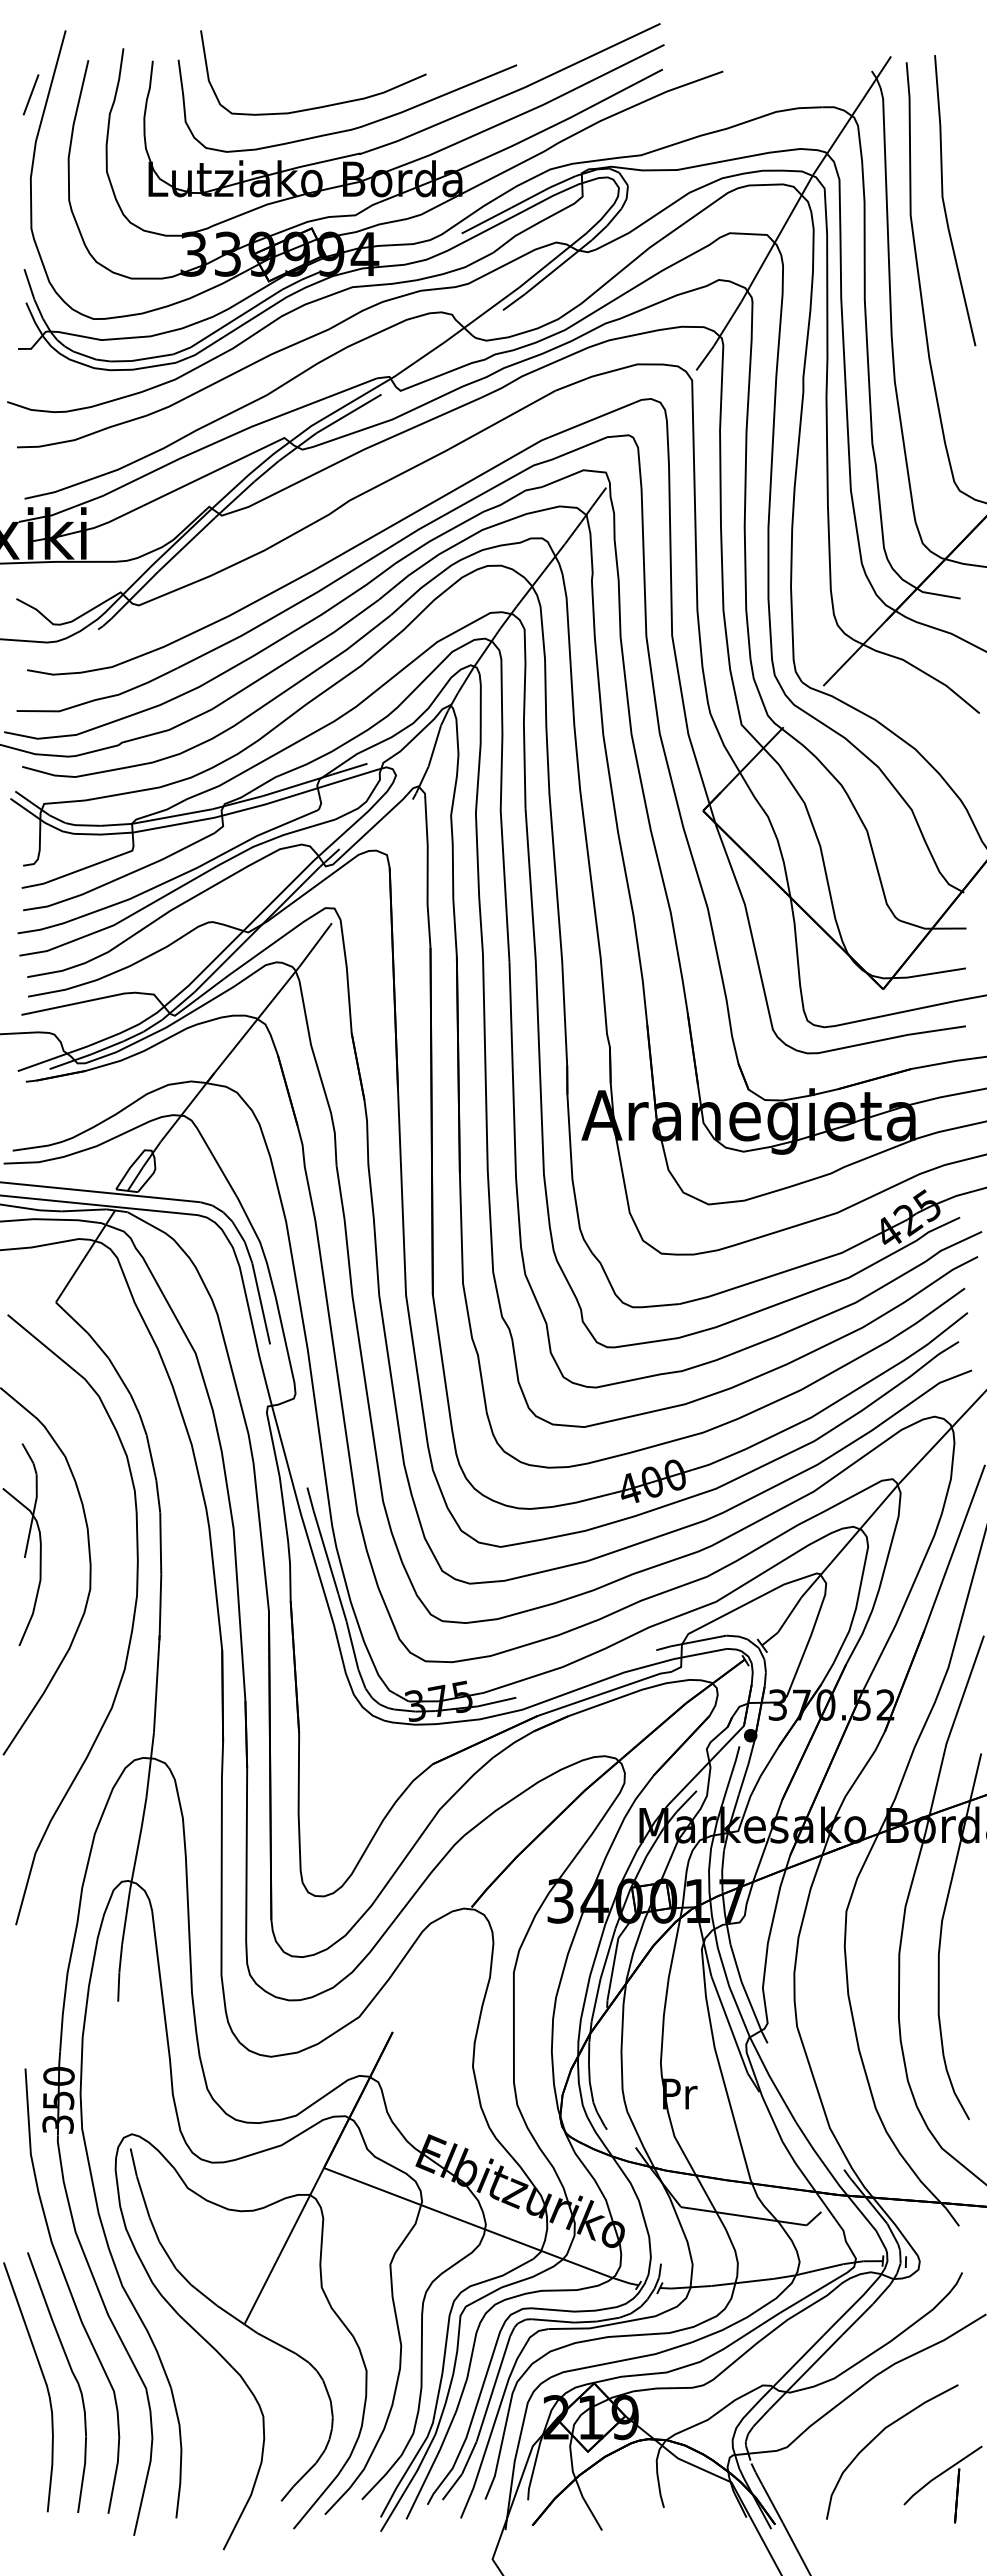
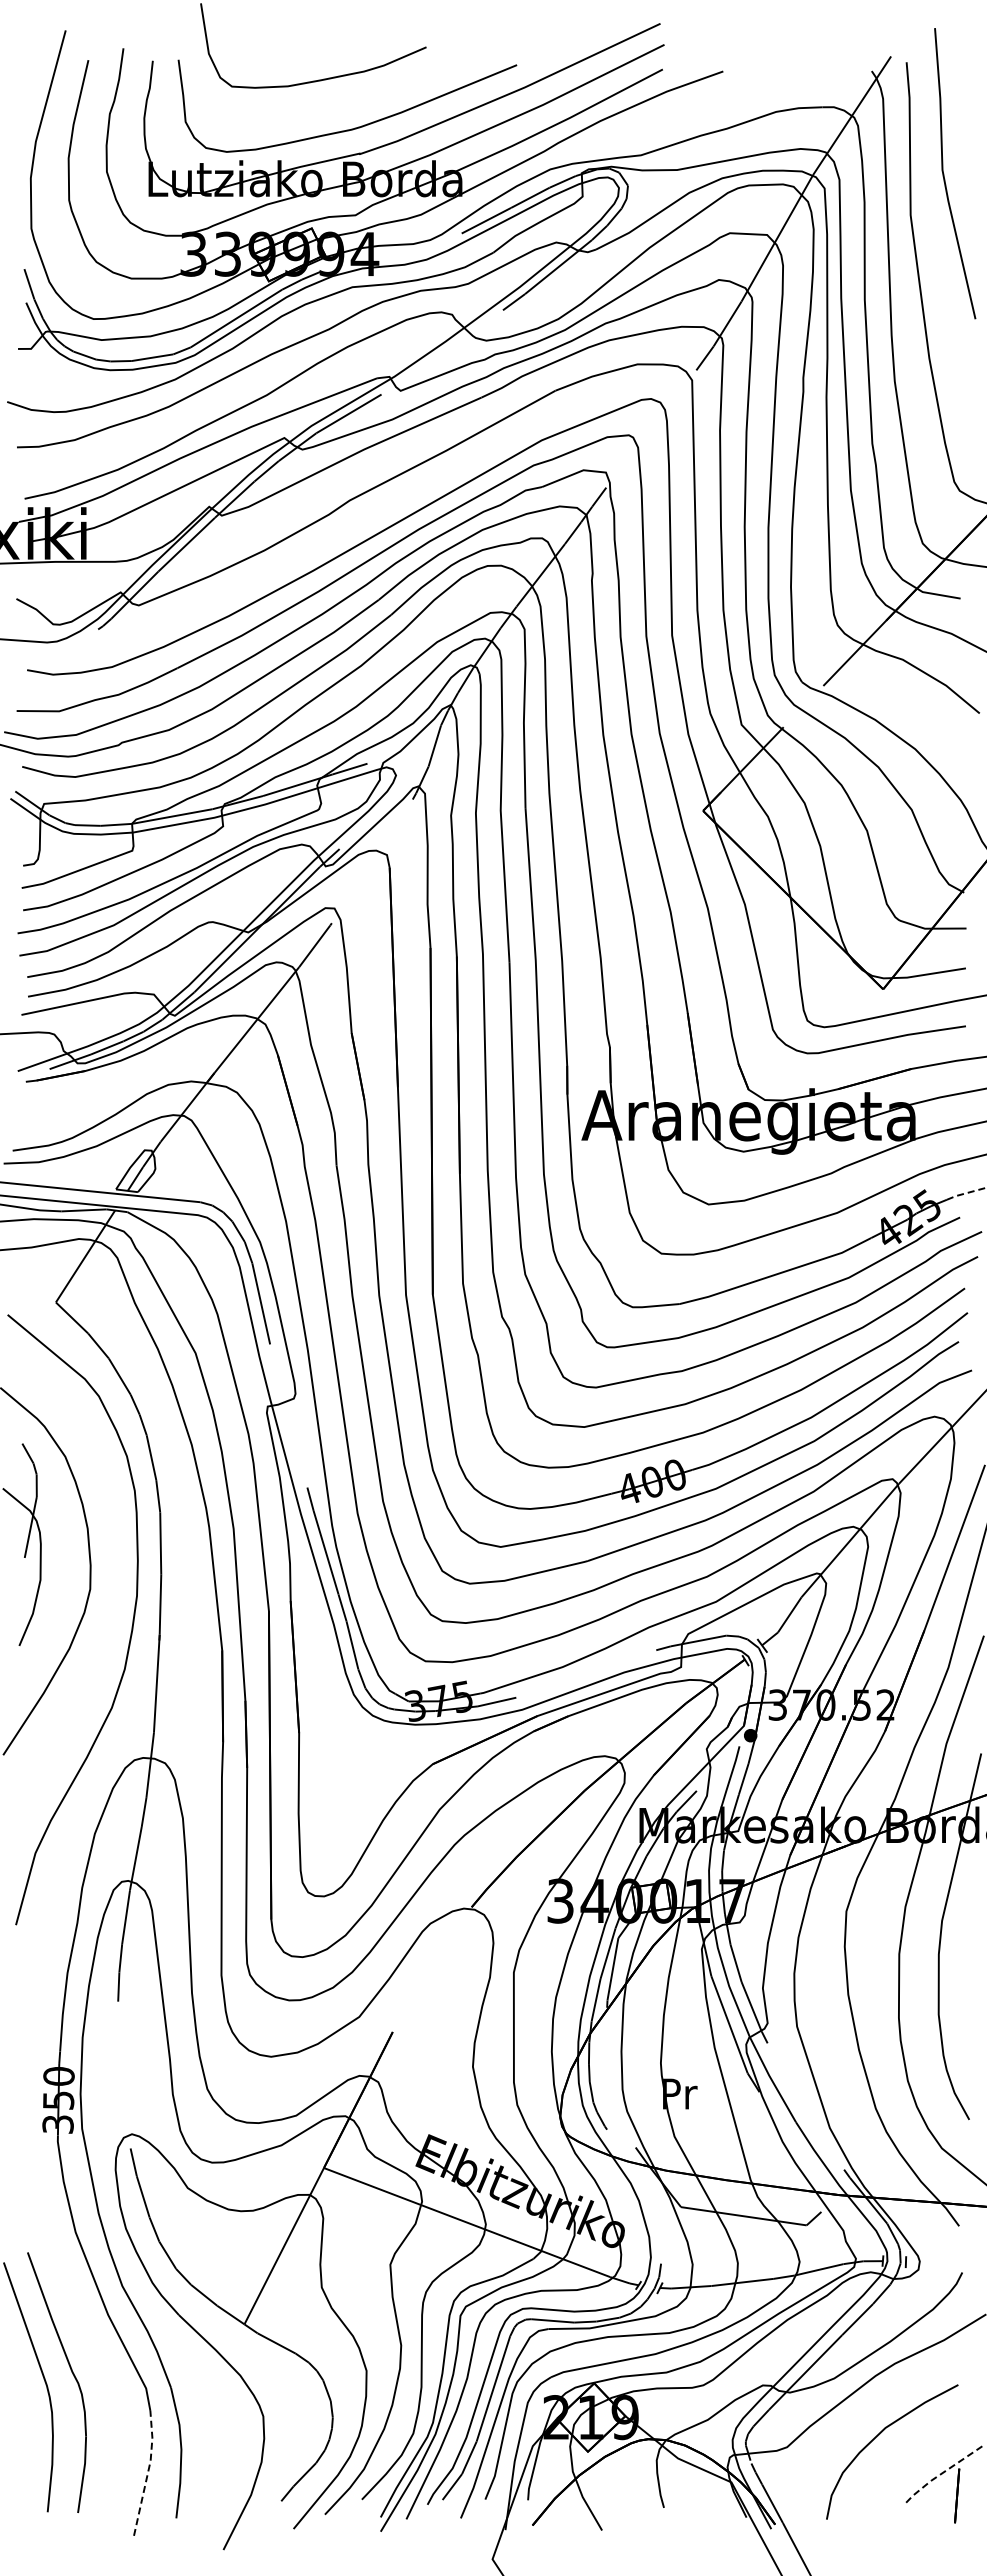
line at (30, 94): present -> none
curve at (318, 106) position: (318, 106) -> (318, 79)
line at (944, 200) position: (944, 200) -> (944, 173)
line at (966, 1193): solid -> dashed
curve at (71, 2291): present -> none
line at (148, 2472): solid -> dashed
line at (940, 2474): solid -> dashed
